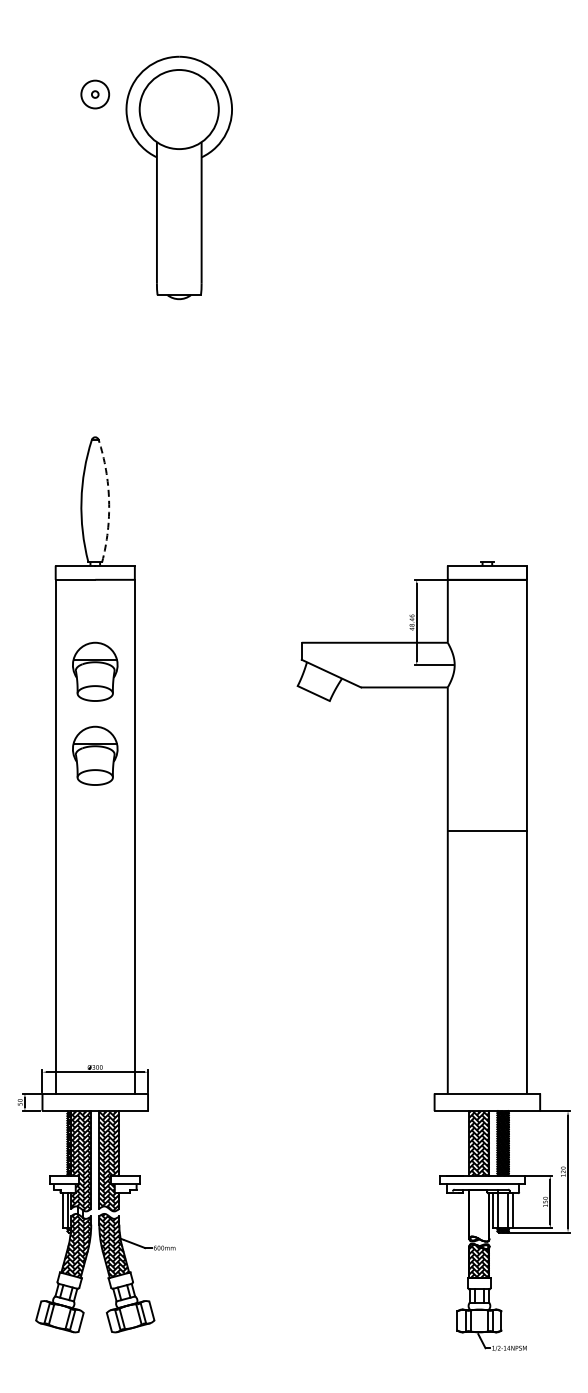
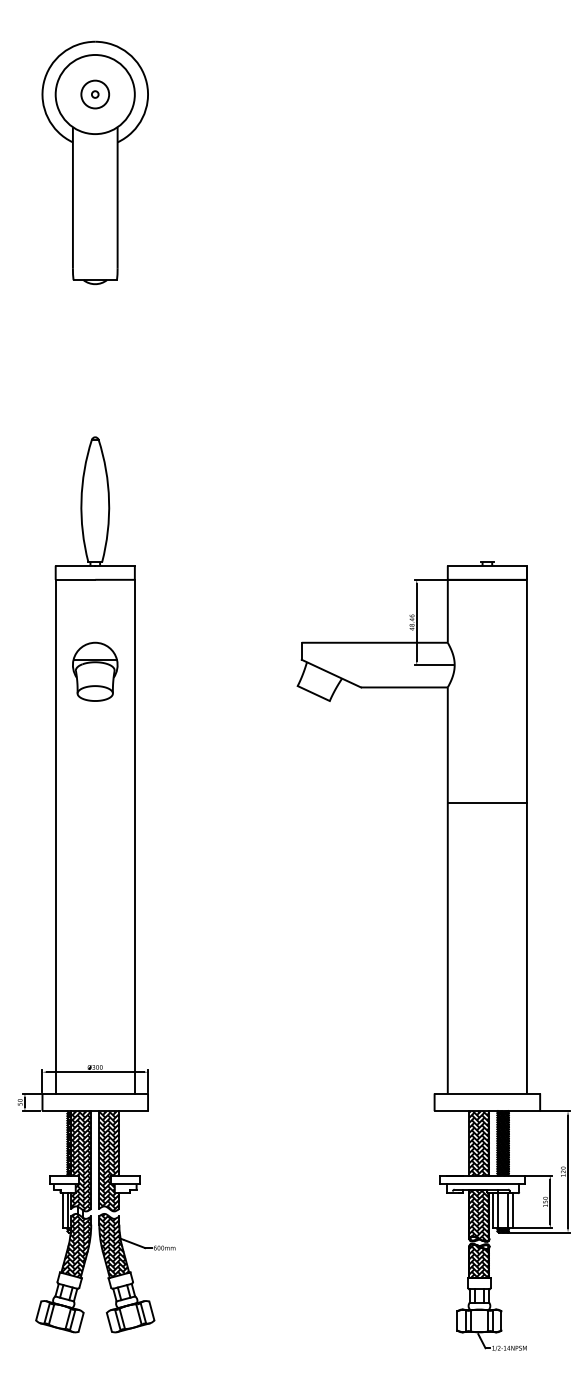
part at (178, 177) position: (178, 177) -> (94, 162)
arc at (109, 500): dashed -> solid
part at (95, 755): present -> none
line at (486, 831) position: (486, 831) -> (486, 803)
hatch at (479, 1215): none -> present
